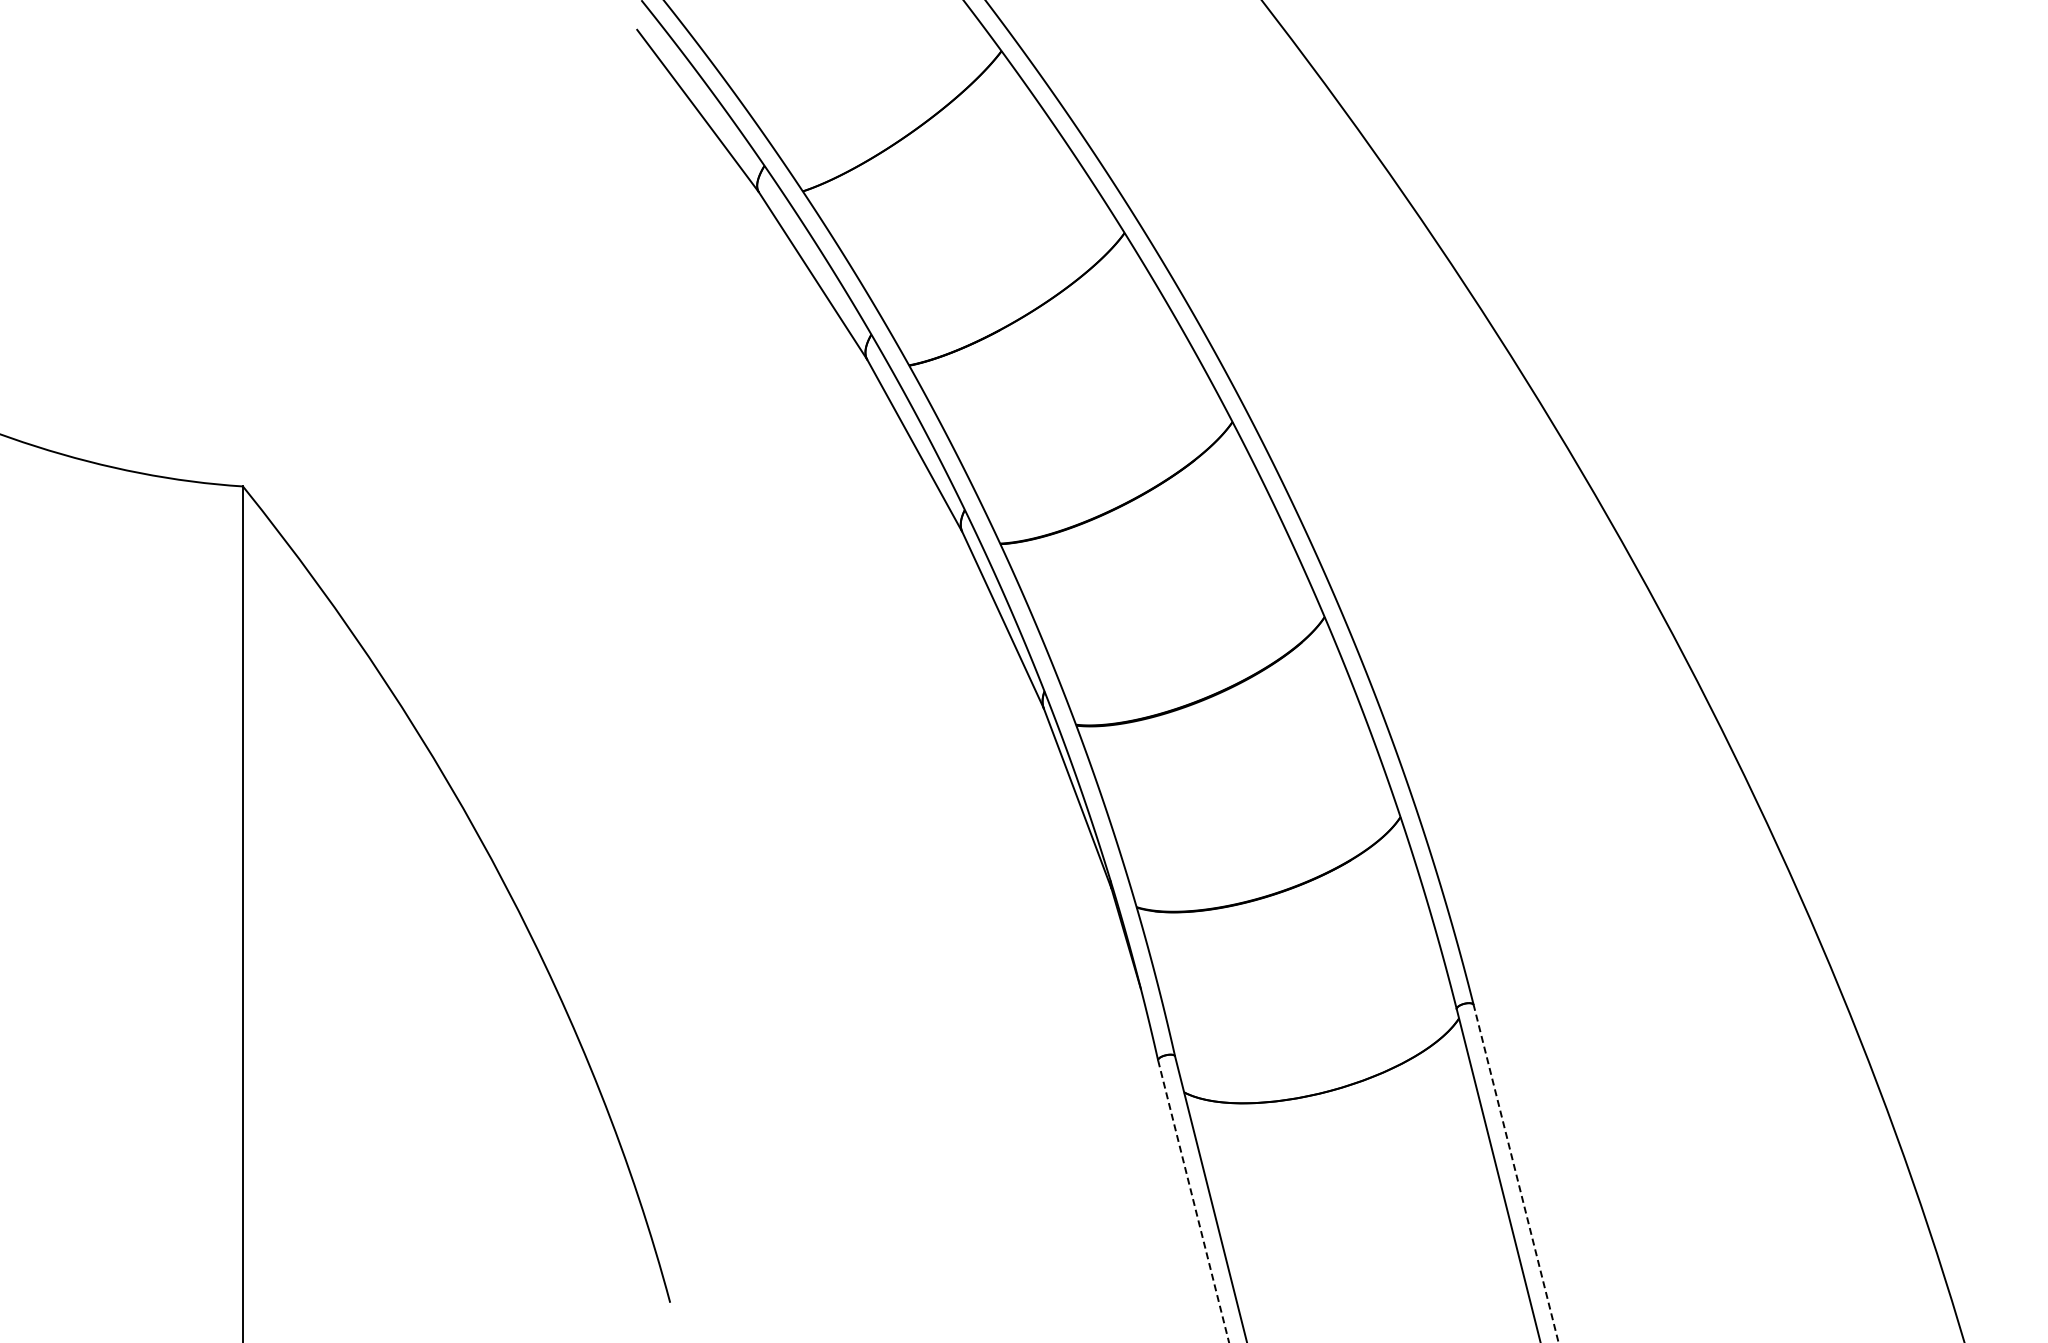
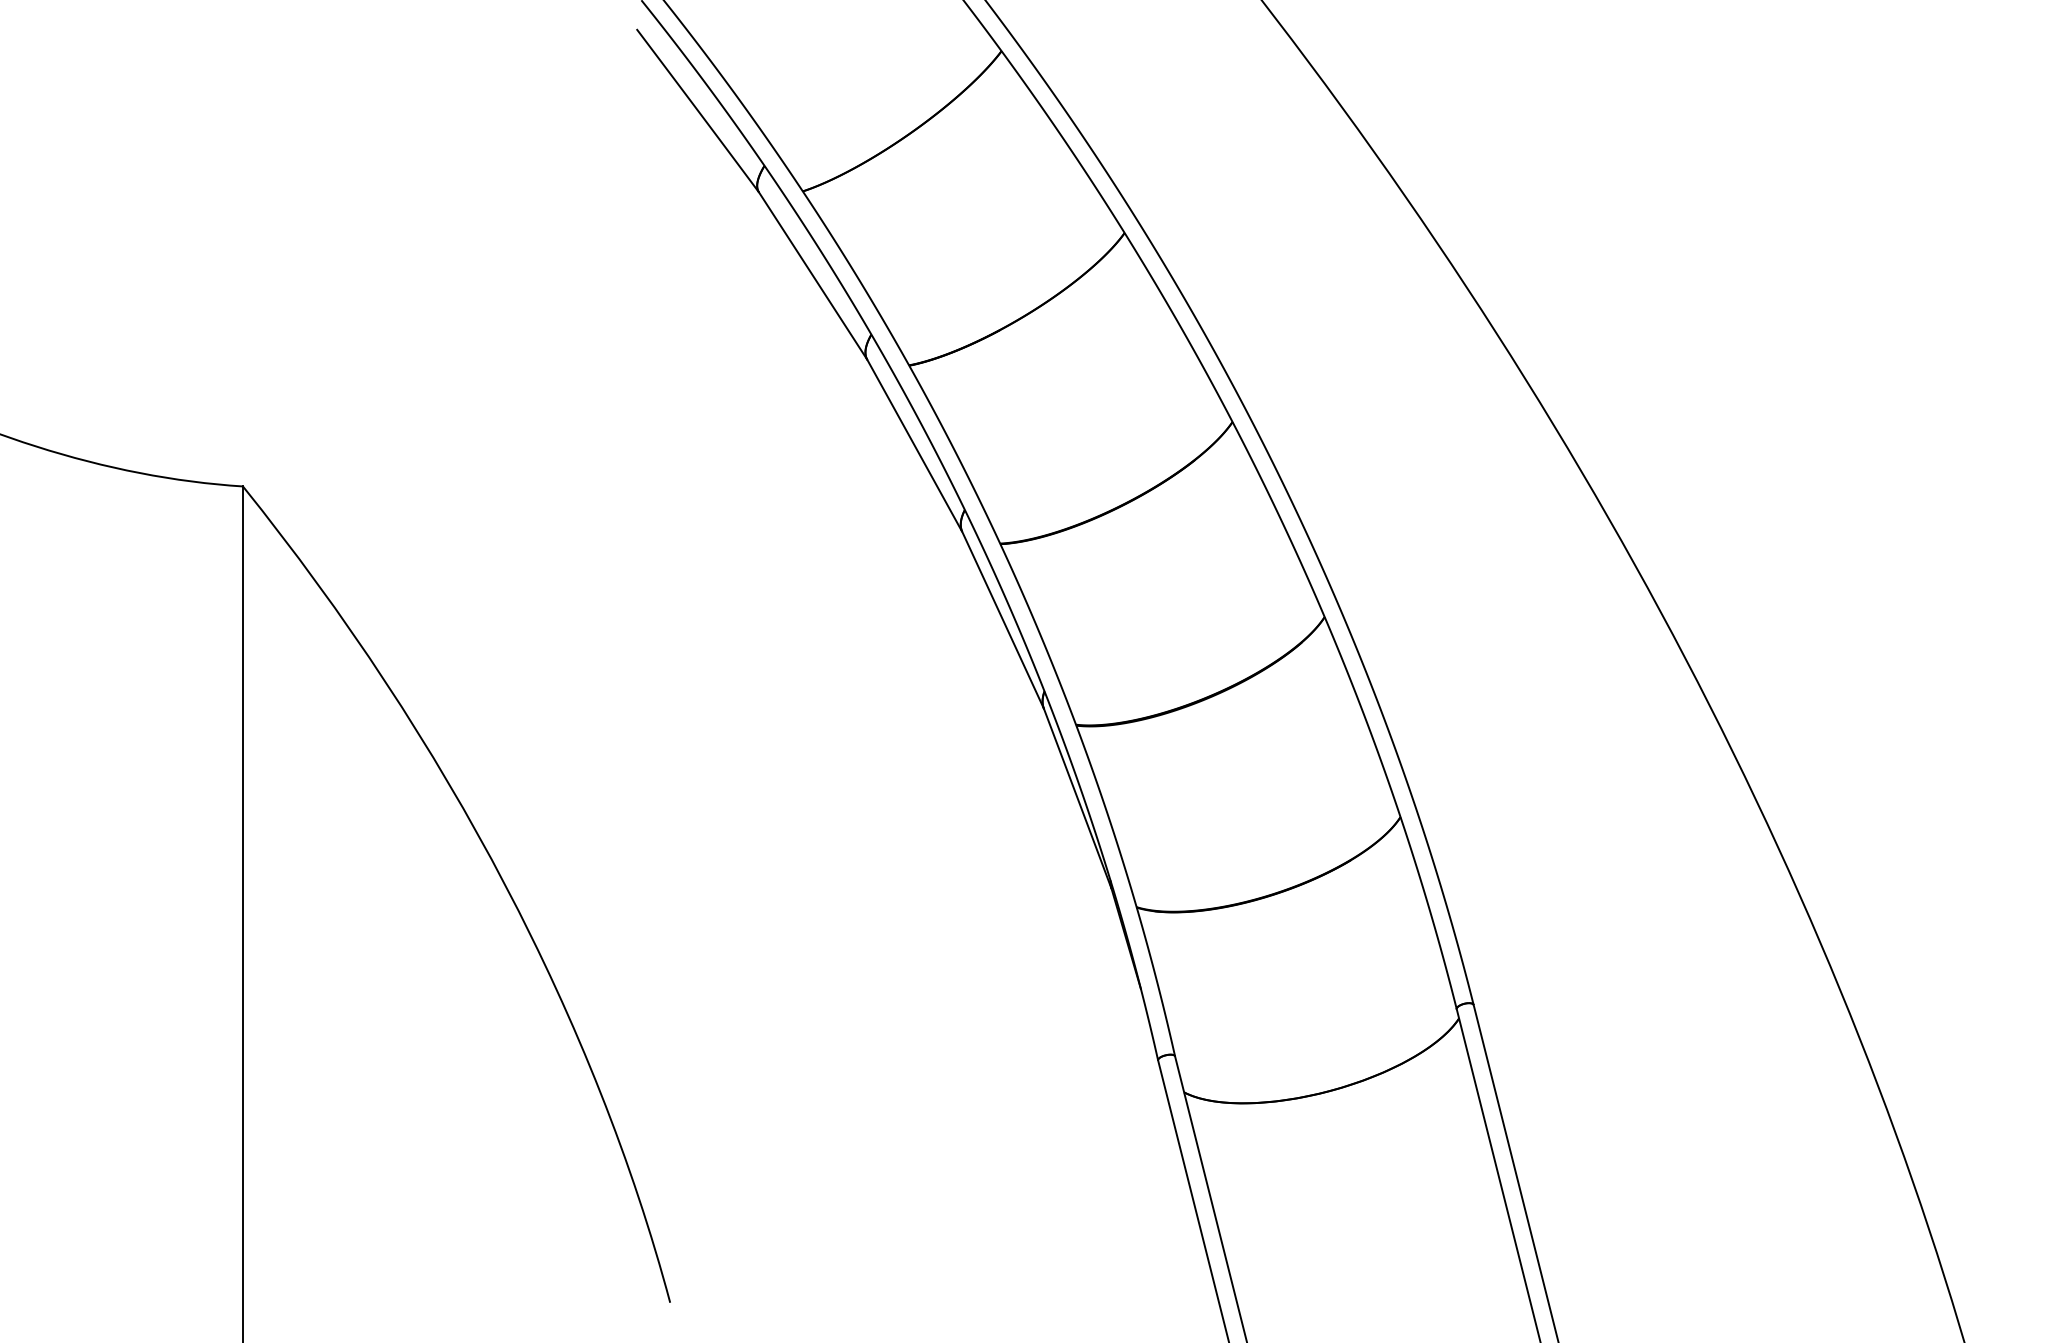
line at (1516, 1173): dashed -> solid
line at (1193, 1201): dashed -> solid
